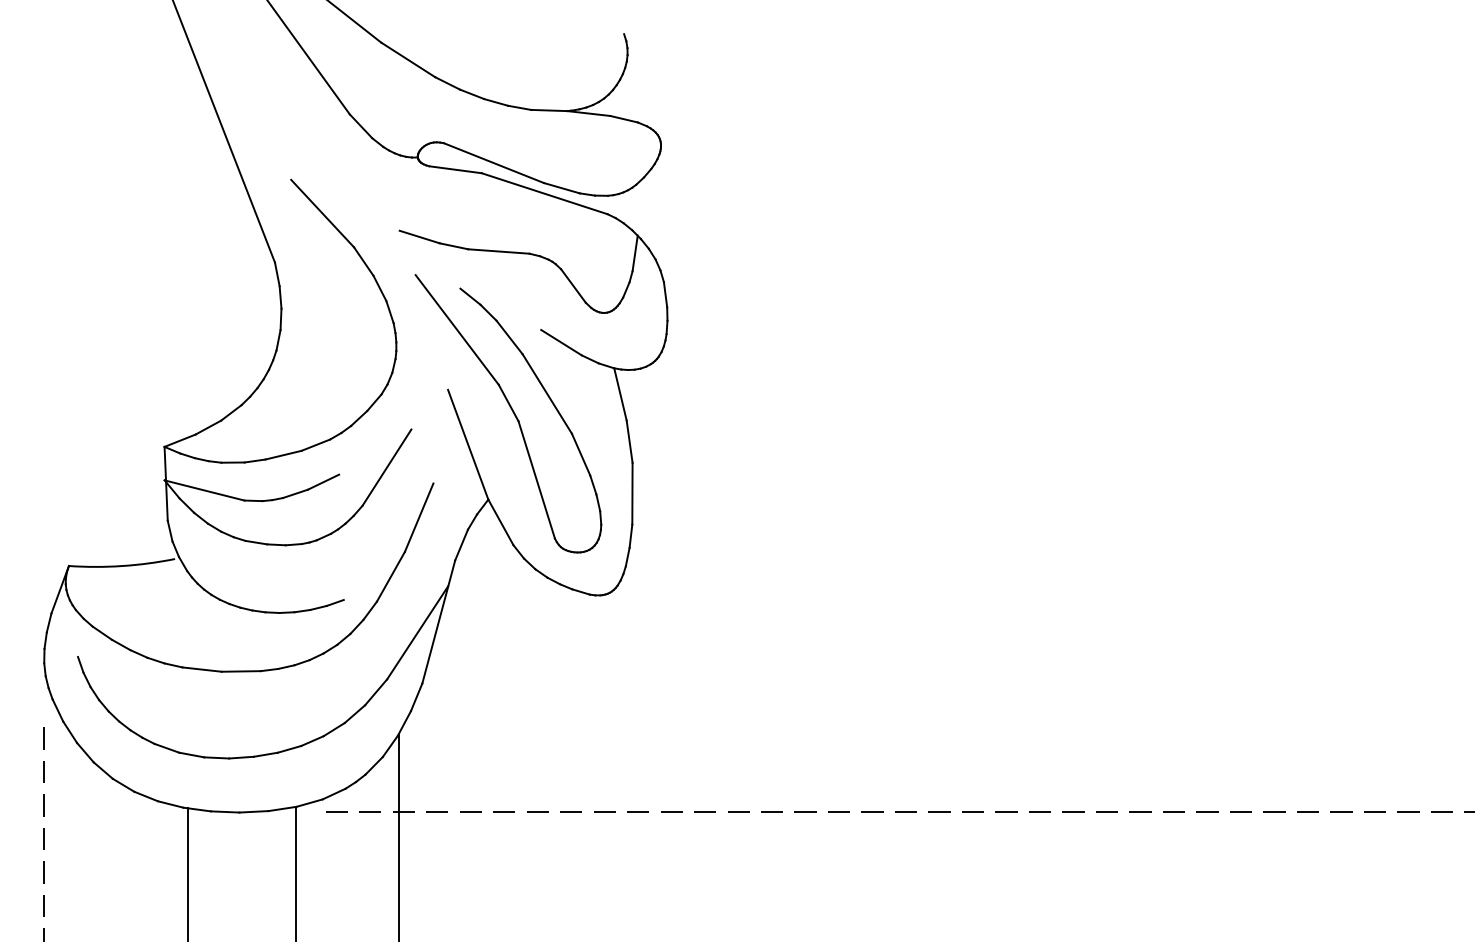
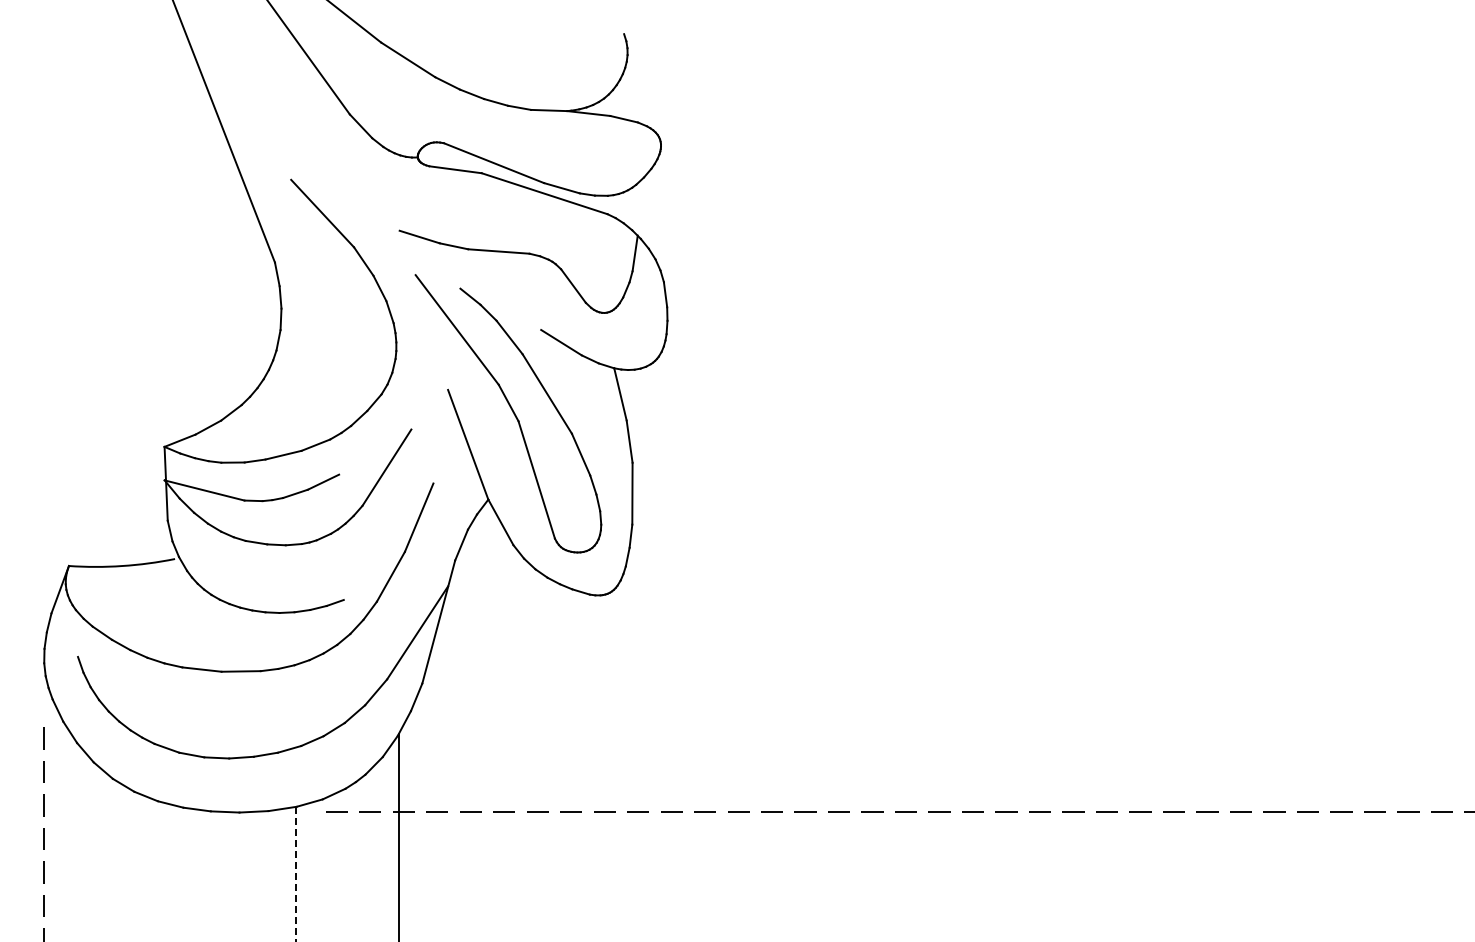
line at (187, 873): present -> none
line at (296, 874): solid -> dashed
